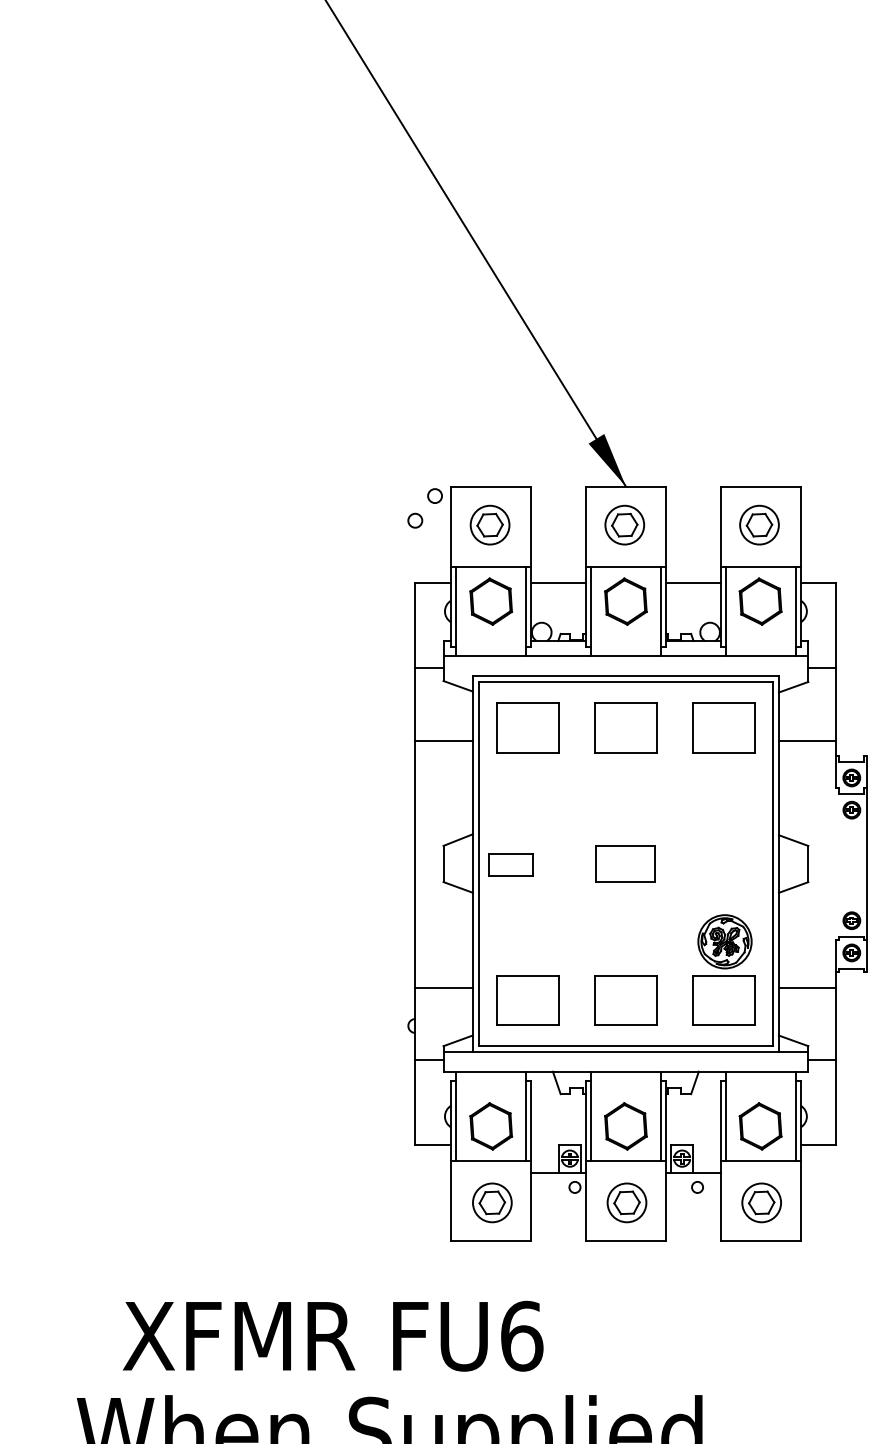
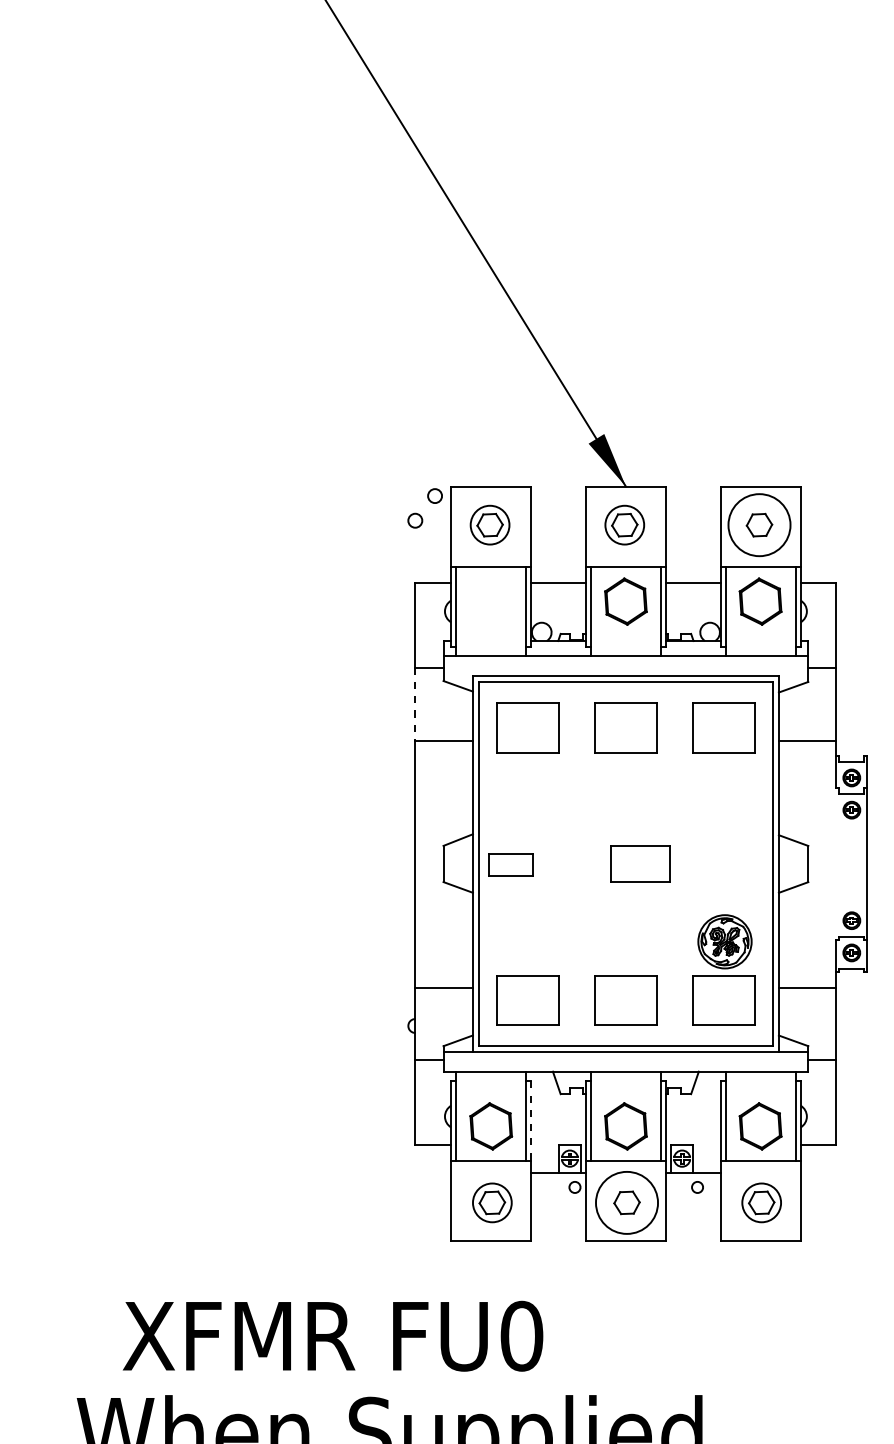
circle at (759, 524) diameter: 39 px -> 62 px
part at (491, 601): present -> none
line at (415, 704): solid -> dashed
part at (625, 863) position: (625, 863) -> (640, 863)
line at (531, 1121): solid -> dashed
circle at (626, 1202) diameter: 39 px -> 62 px
text at (521, 1335): FU6 -> FU0
